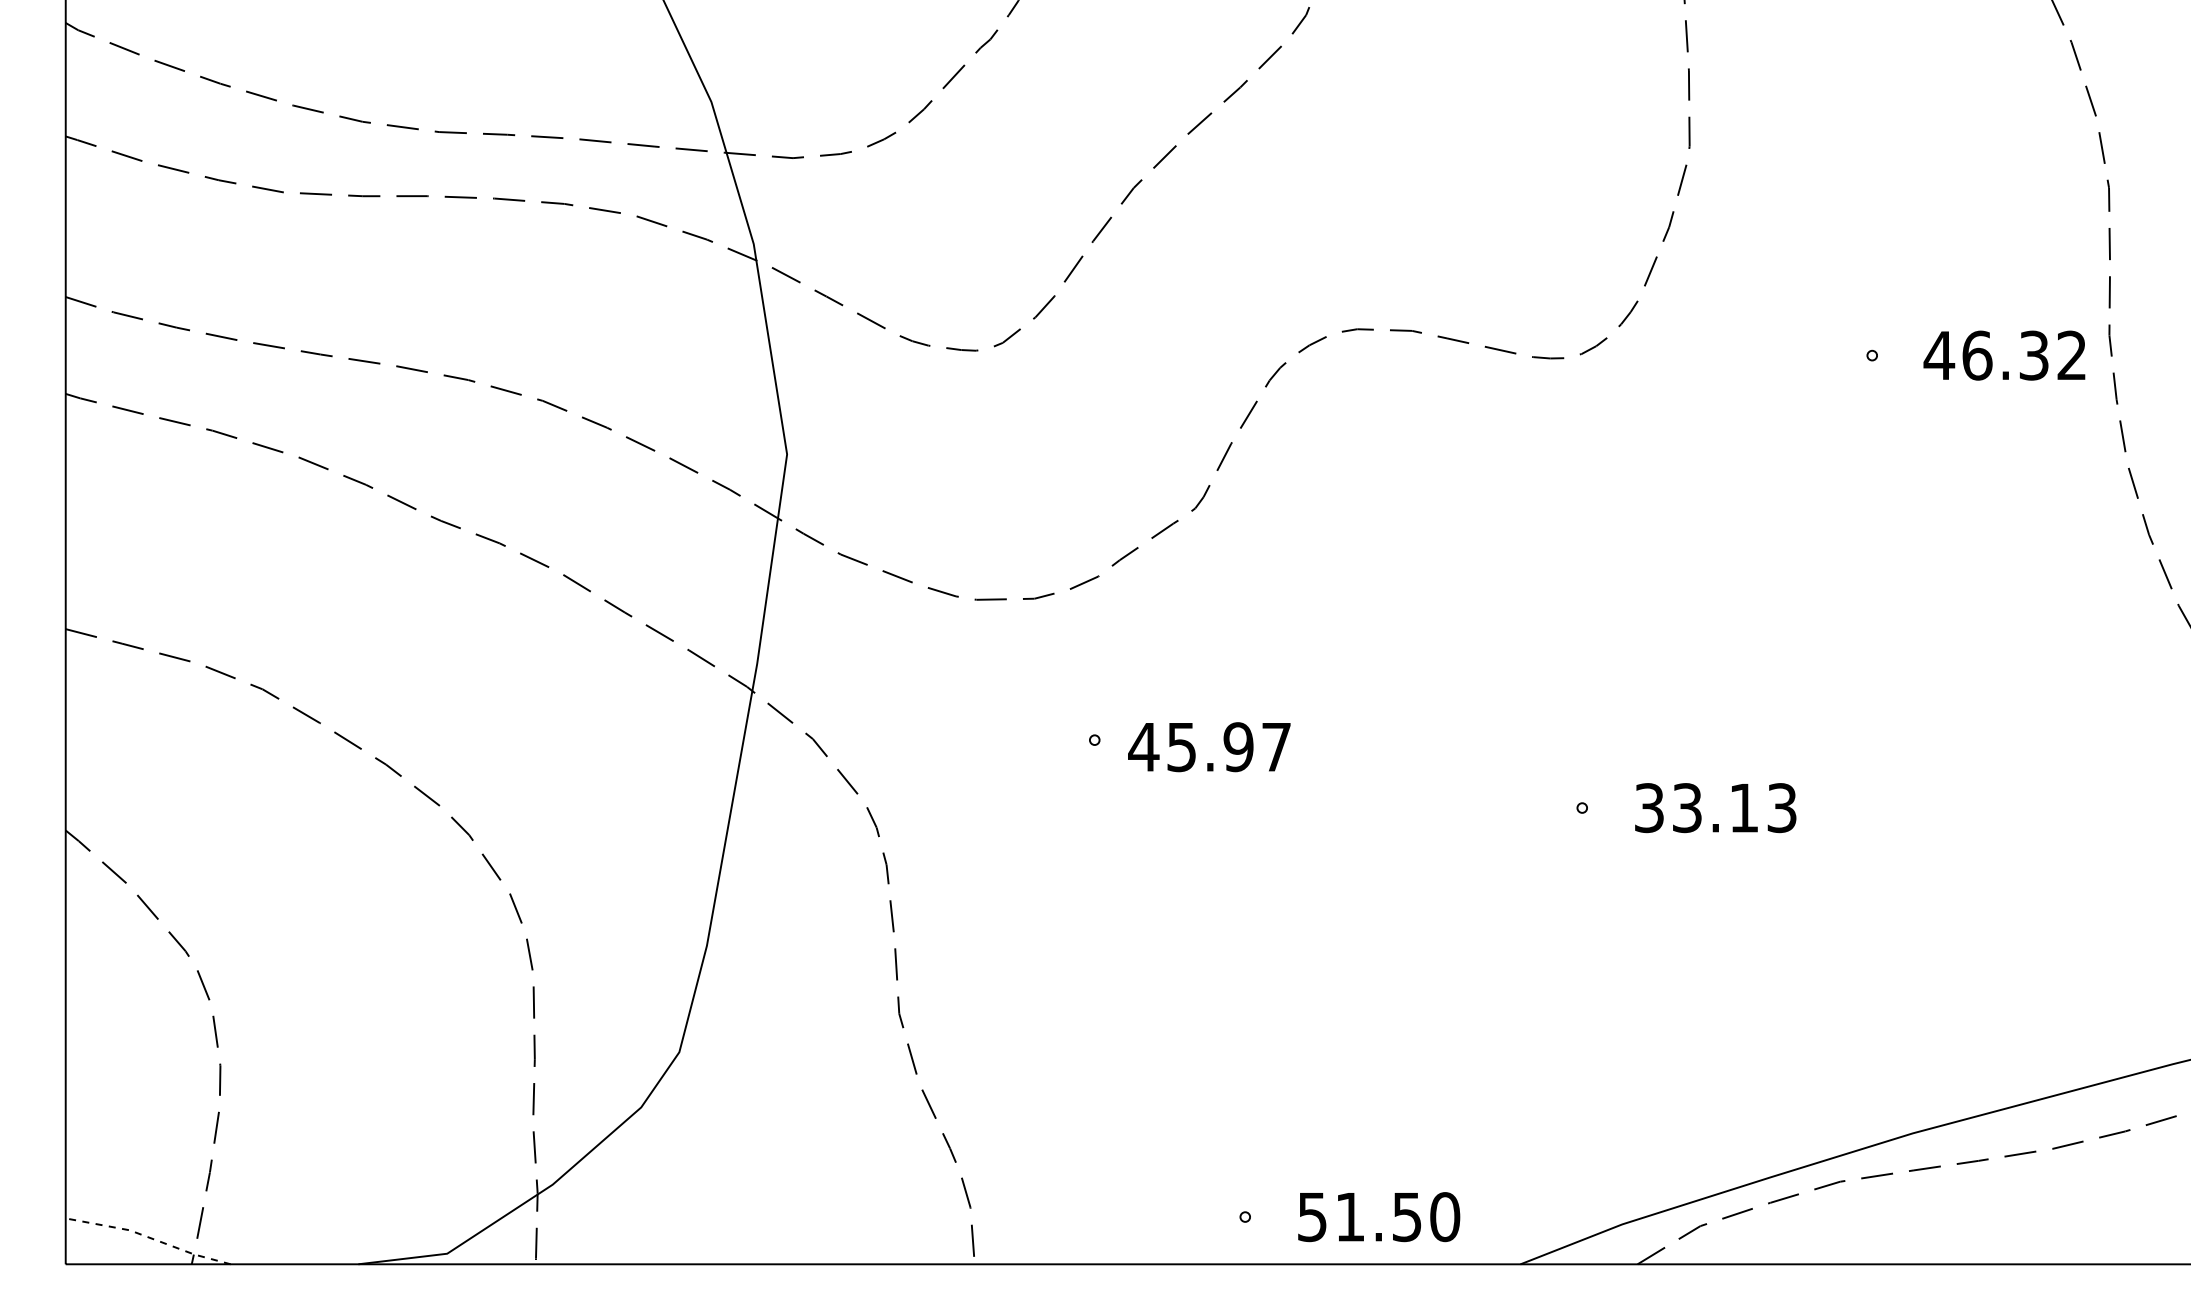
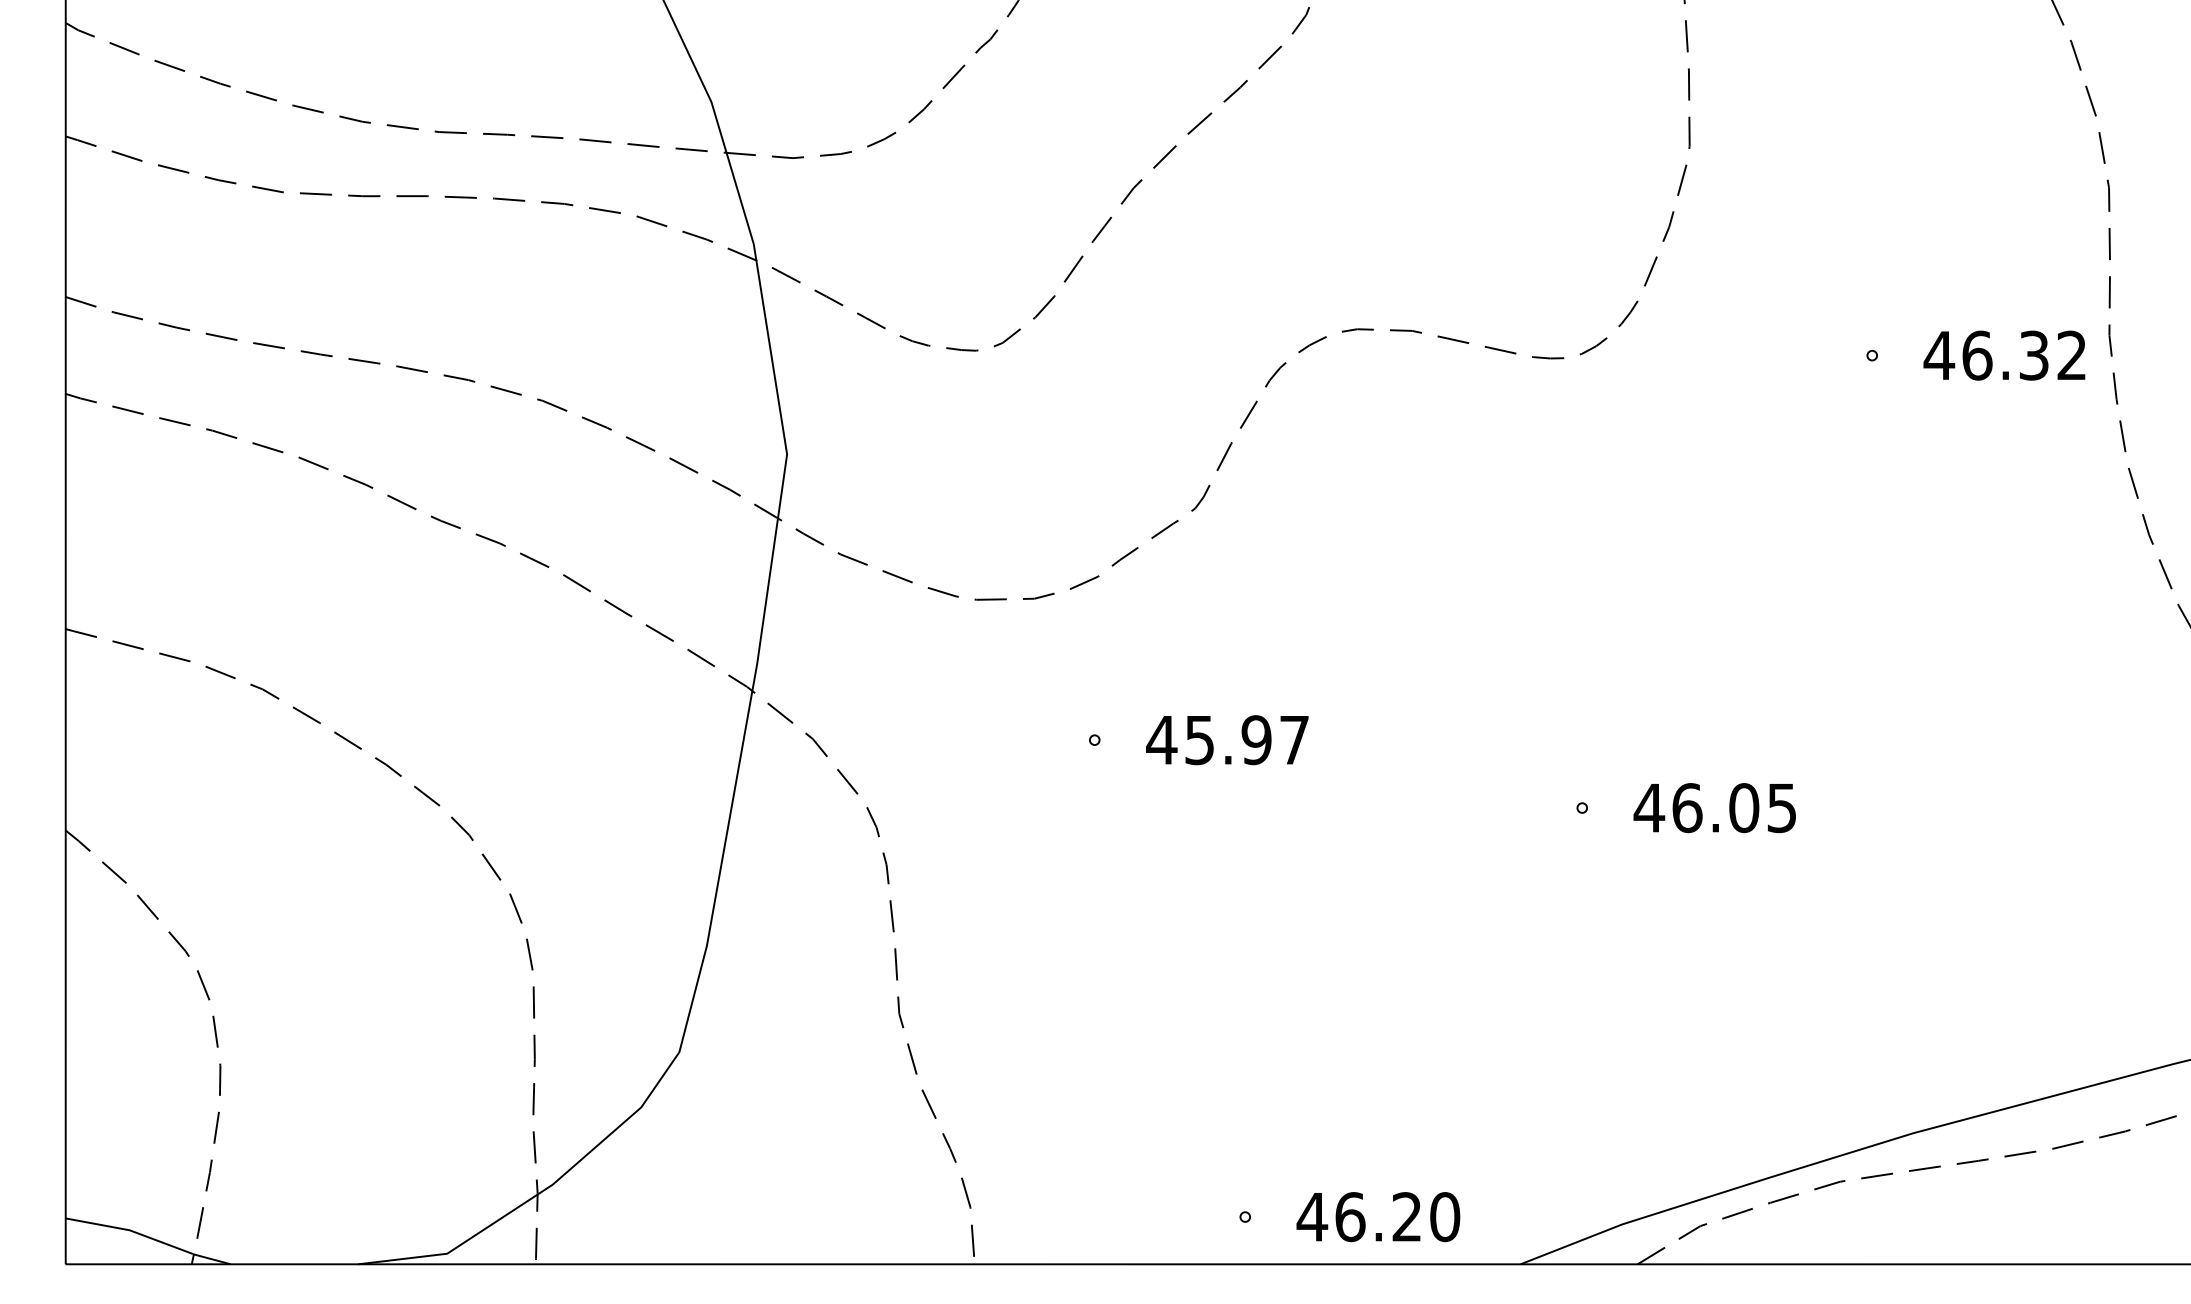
text at (1209, 747) position: (1209, 747) -> (1227, 740)
text at (1714, 808): 33.13 -> 46.05
text at (1358, 1217): 51.50 -> 46.20
line at (149, 1237): dashed -> solid
